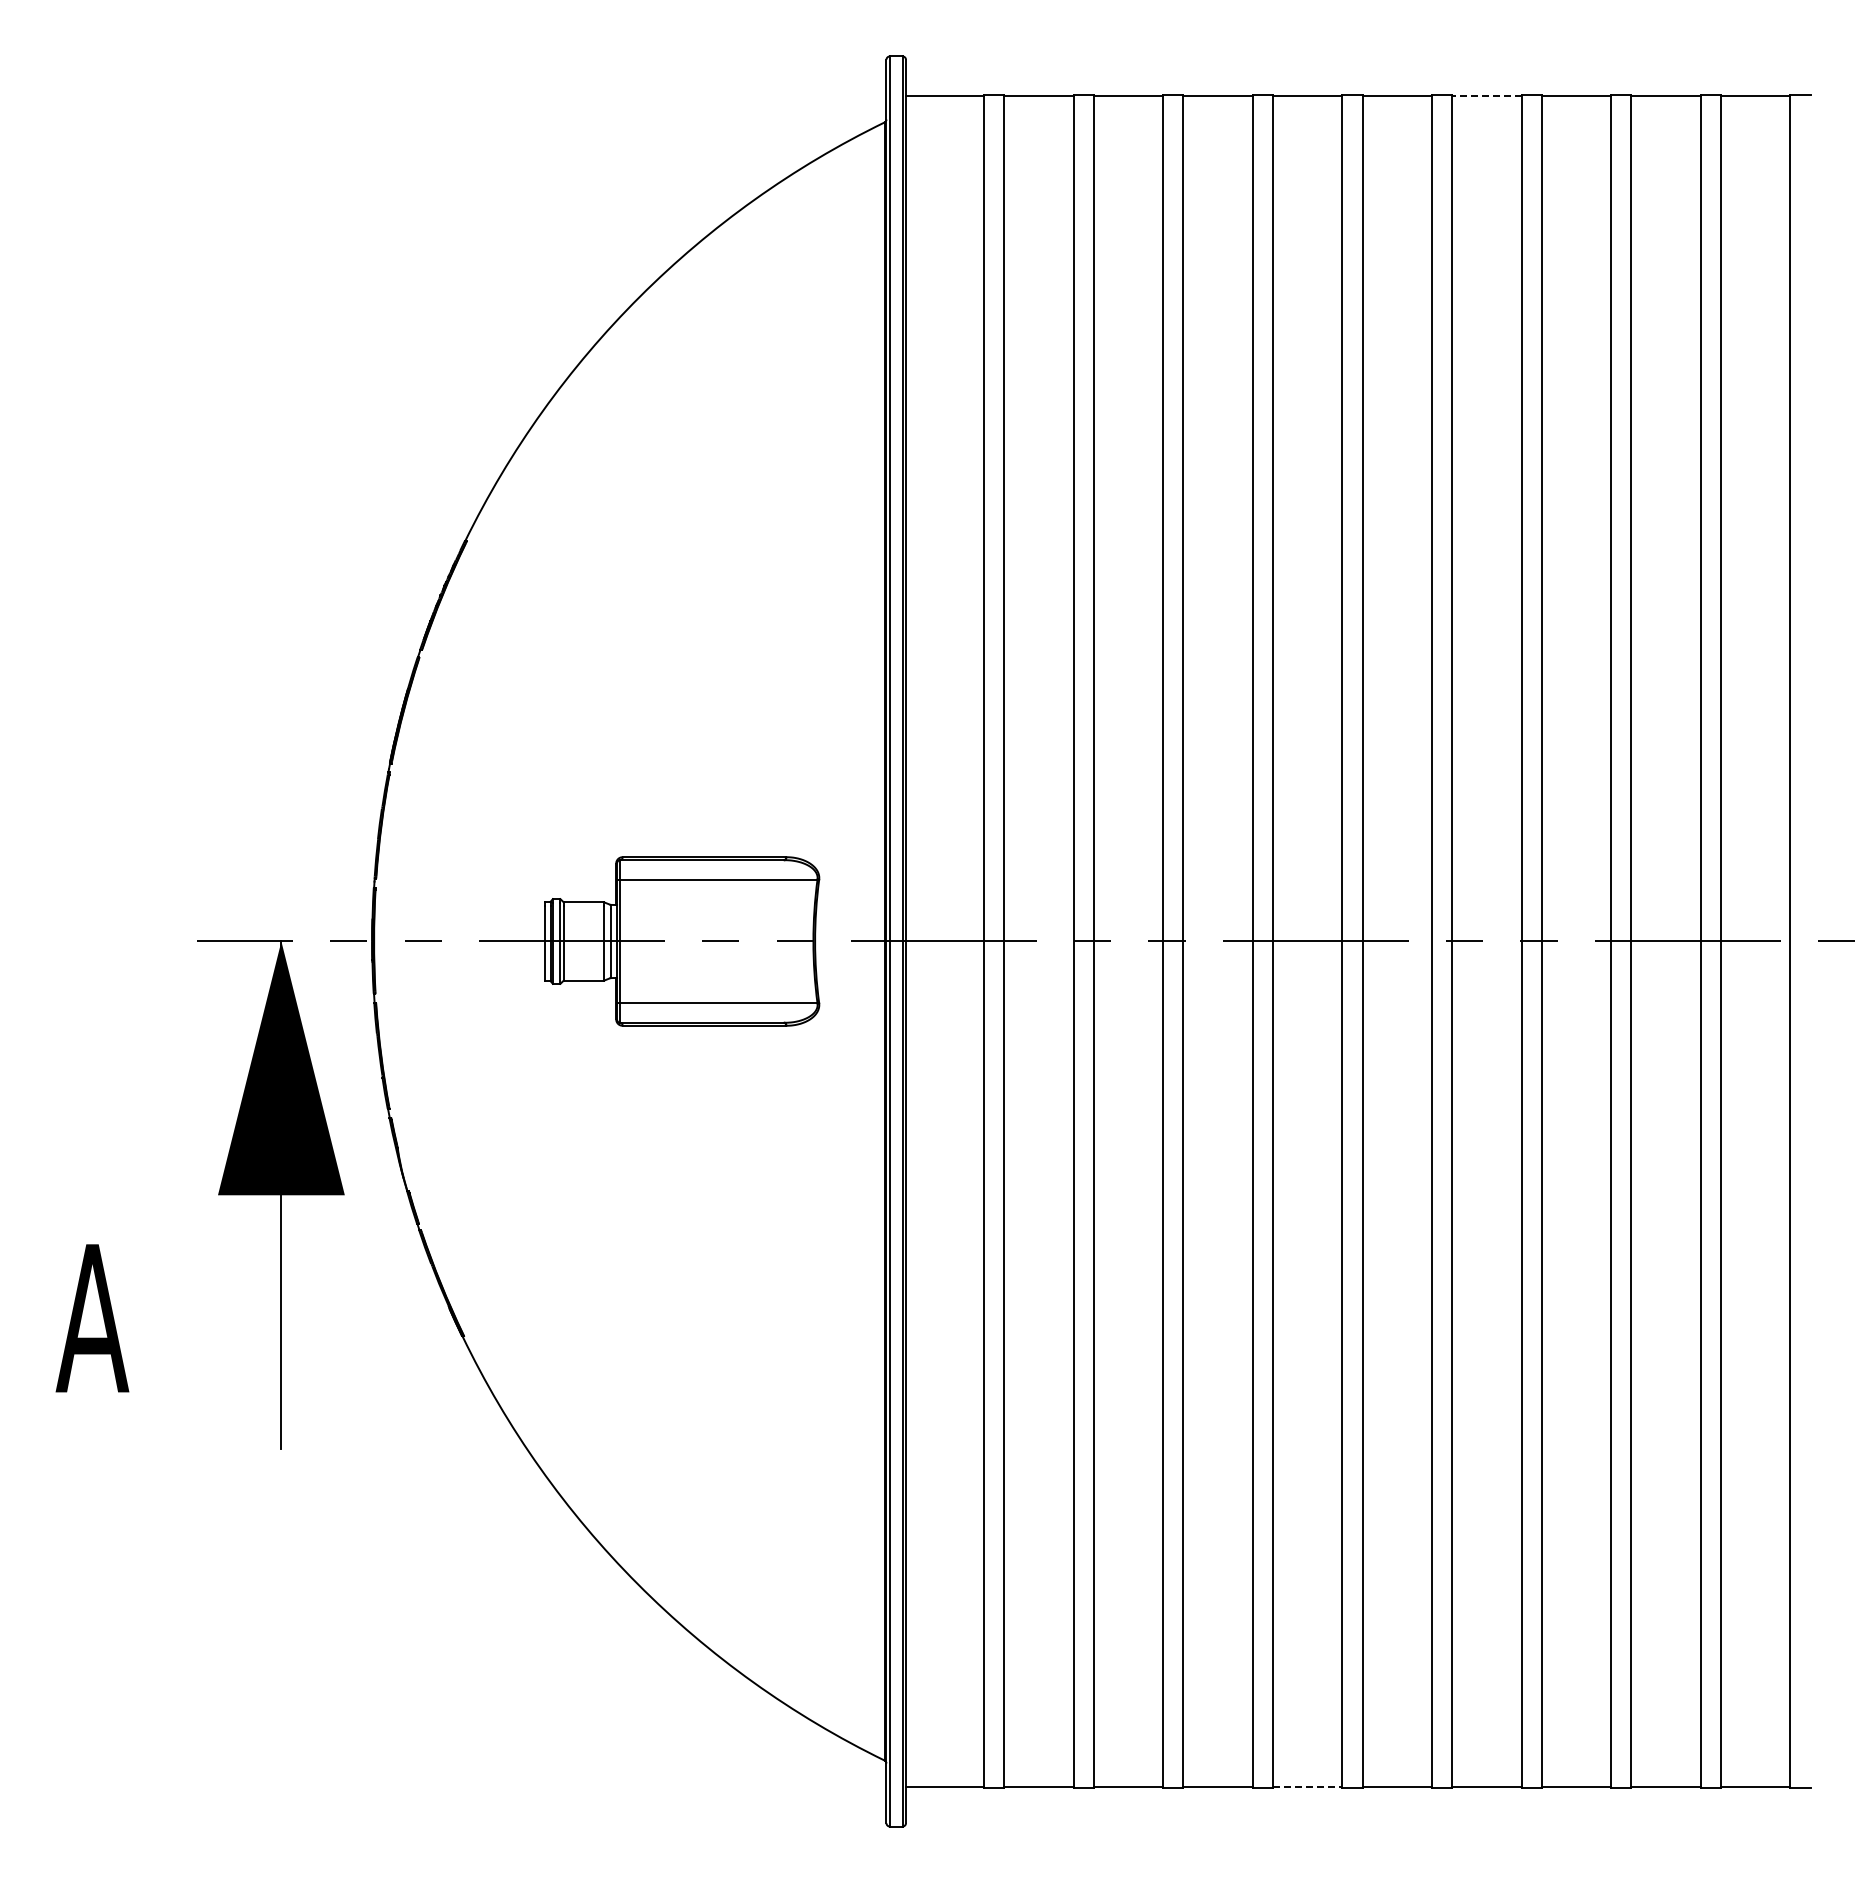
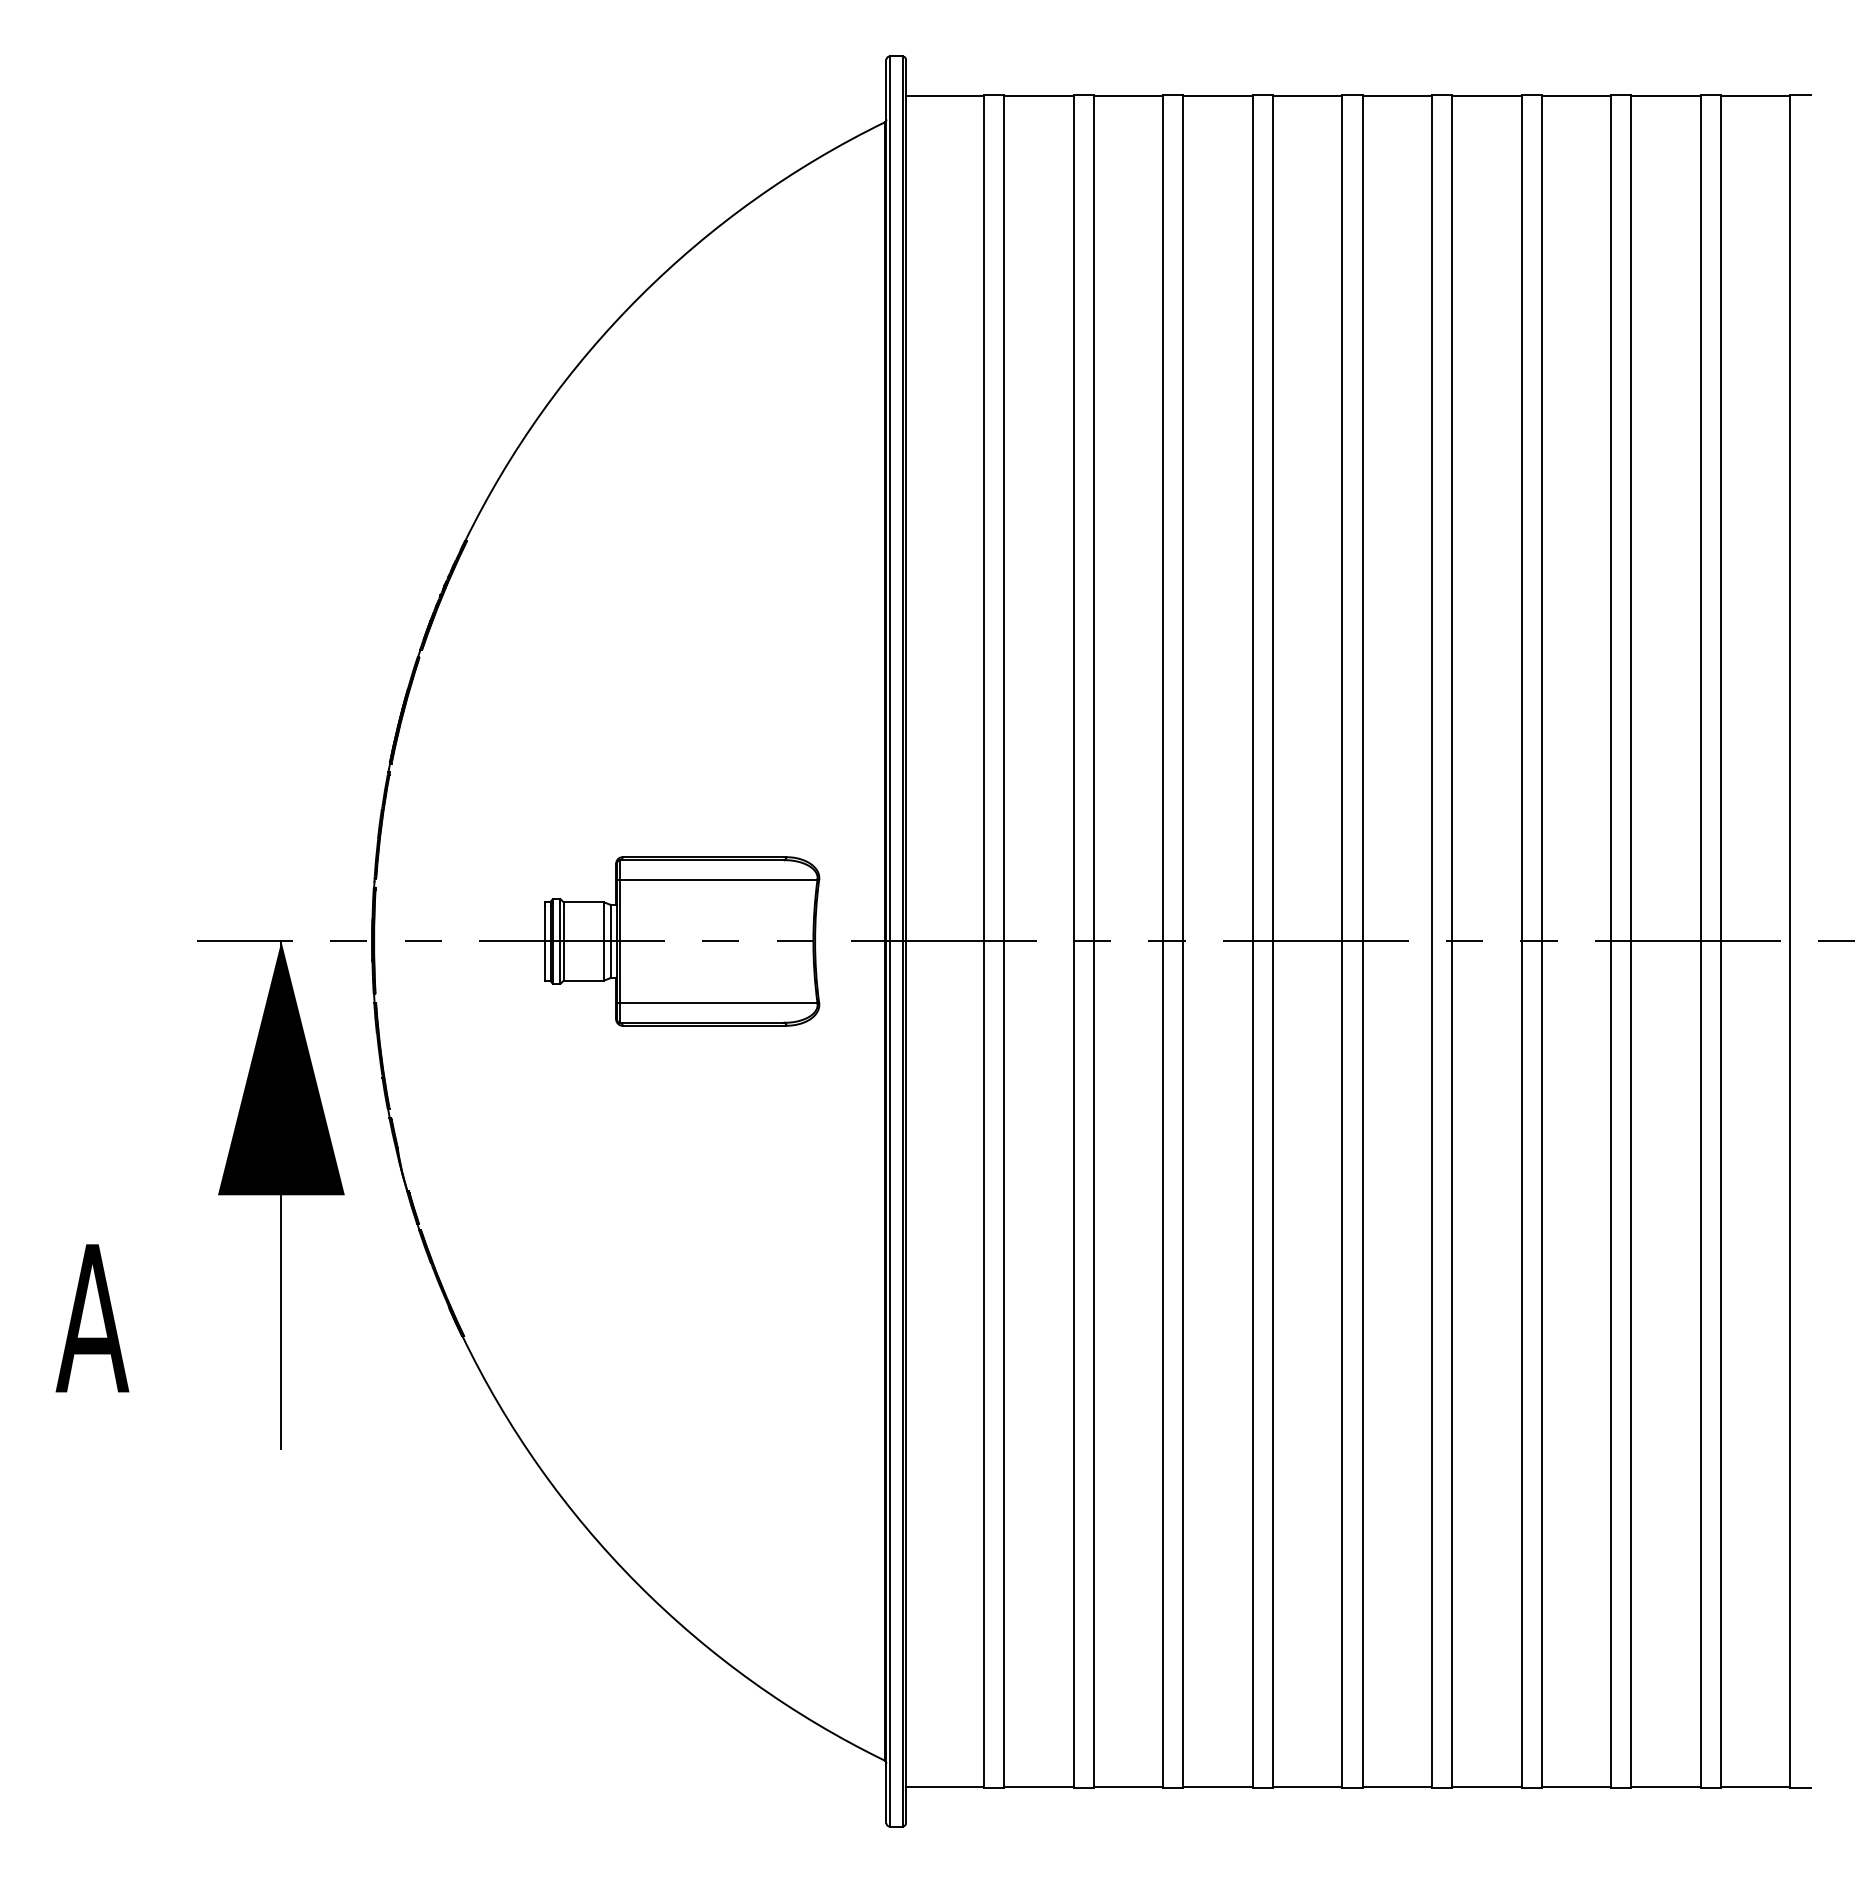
line at (1486, 95): dashed -> solid
line at (1307, 1787): dashed -> solid
